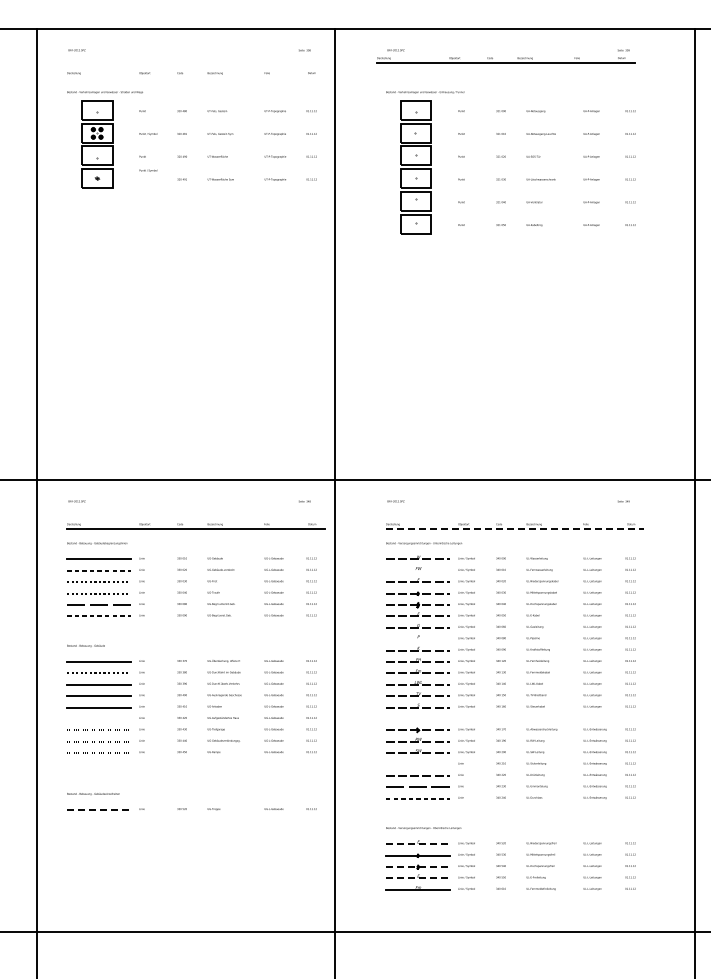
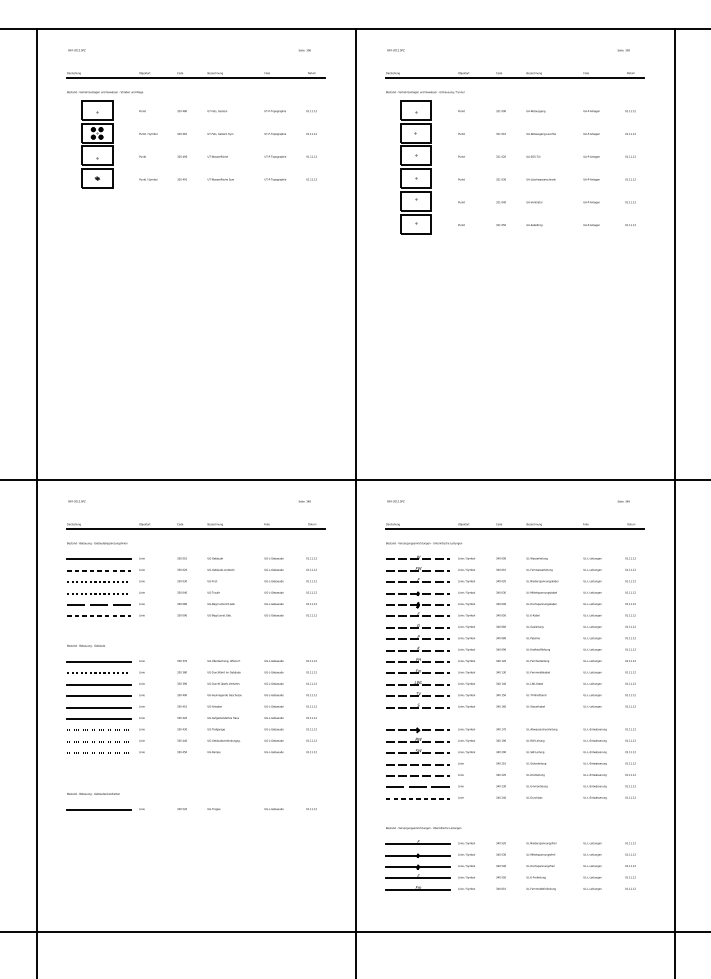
part at (505, 60) position: (505, 60) -> (514, 75)
line at (195, 77): none -> present
text at (148, 170) position: (148, 170) -> (148, 179)
line at (334, 502) position: (334, 502) -> (355, 502)
line at (694, 502) position: (694, 502) -> (674, 502)
line at (515, 529): dashed -> solid
line at (417, 570): none -> present
line at (417, 639): none -> present
line at (98, 718): none -> present
line at (417, 764): none -> present
line at (99, 810): dashed -> solid
line at (418, 844): dashed -> solid
line at (418, 867): dashed -> solid
line at (418, 878): dashed -> solid
